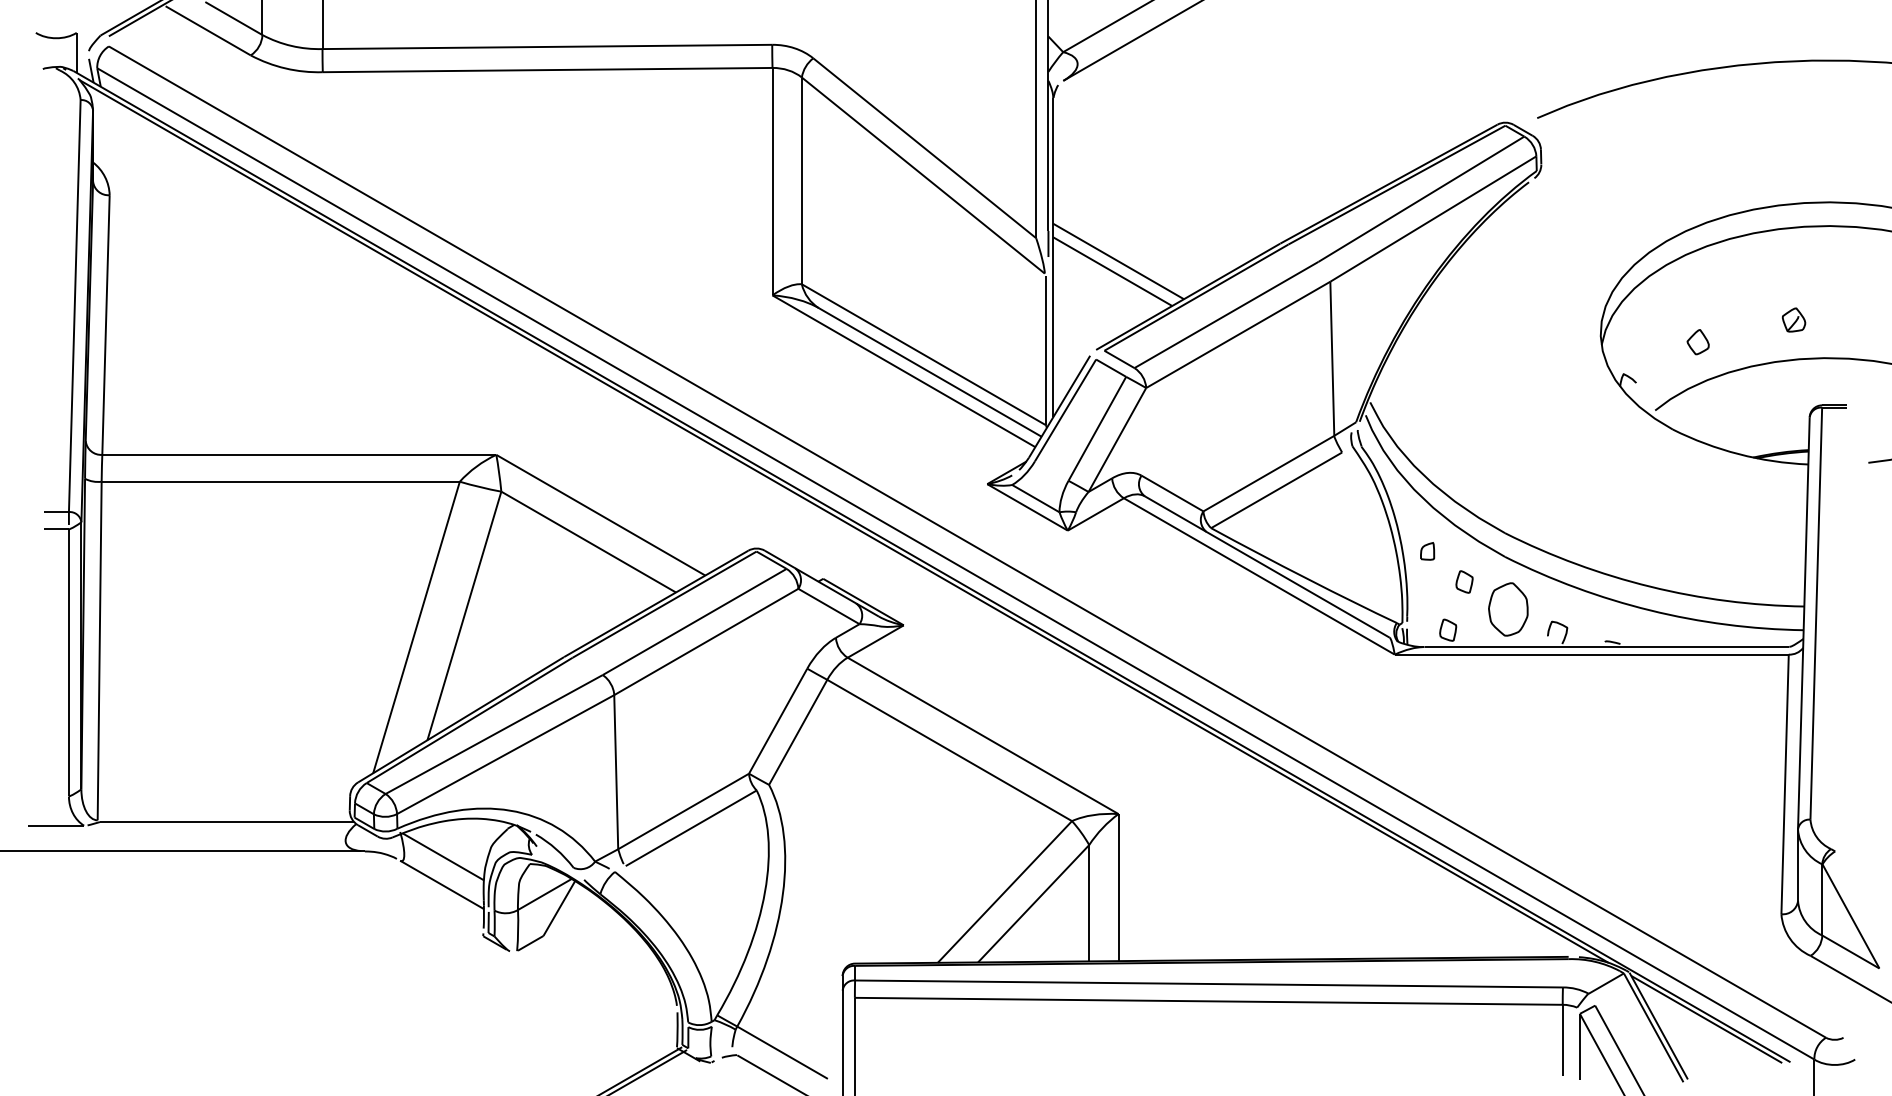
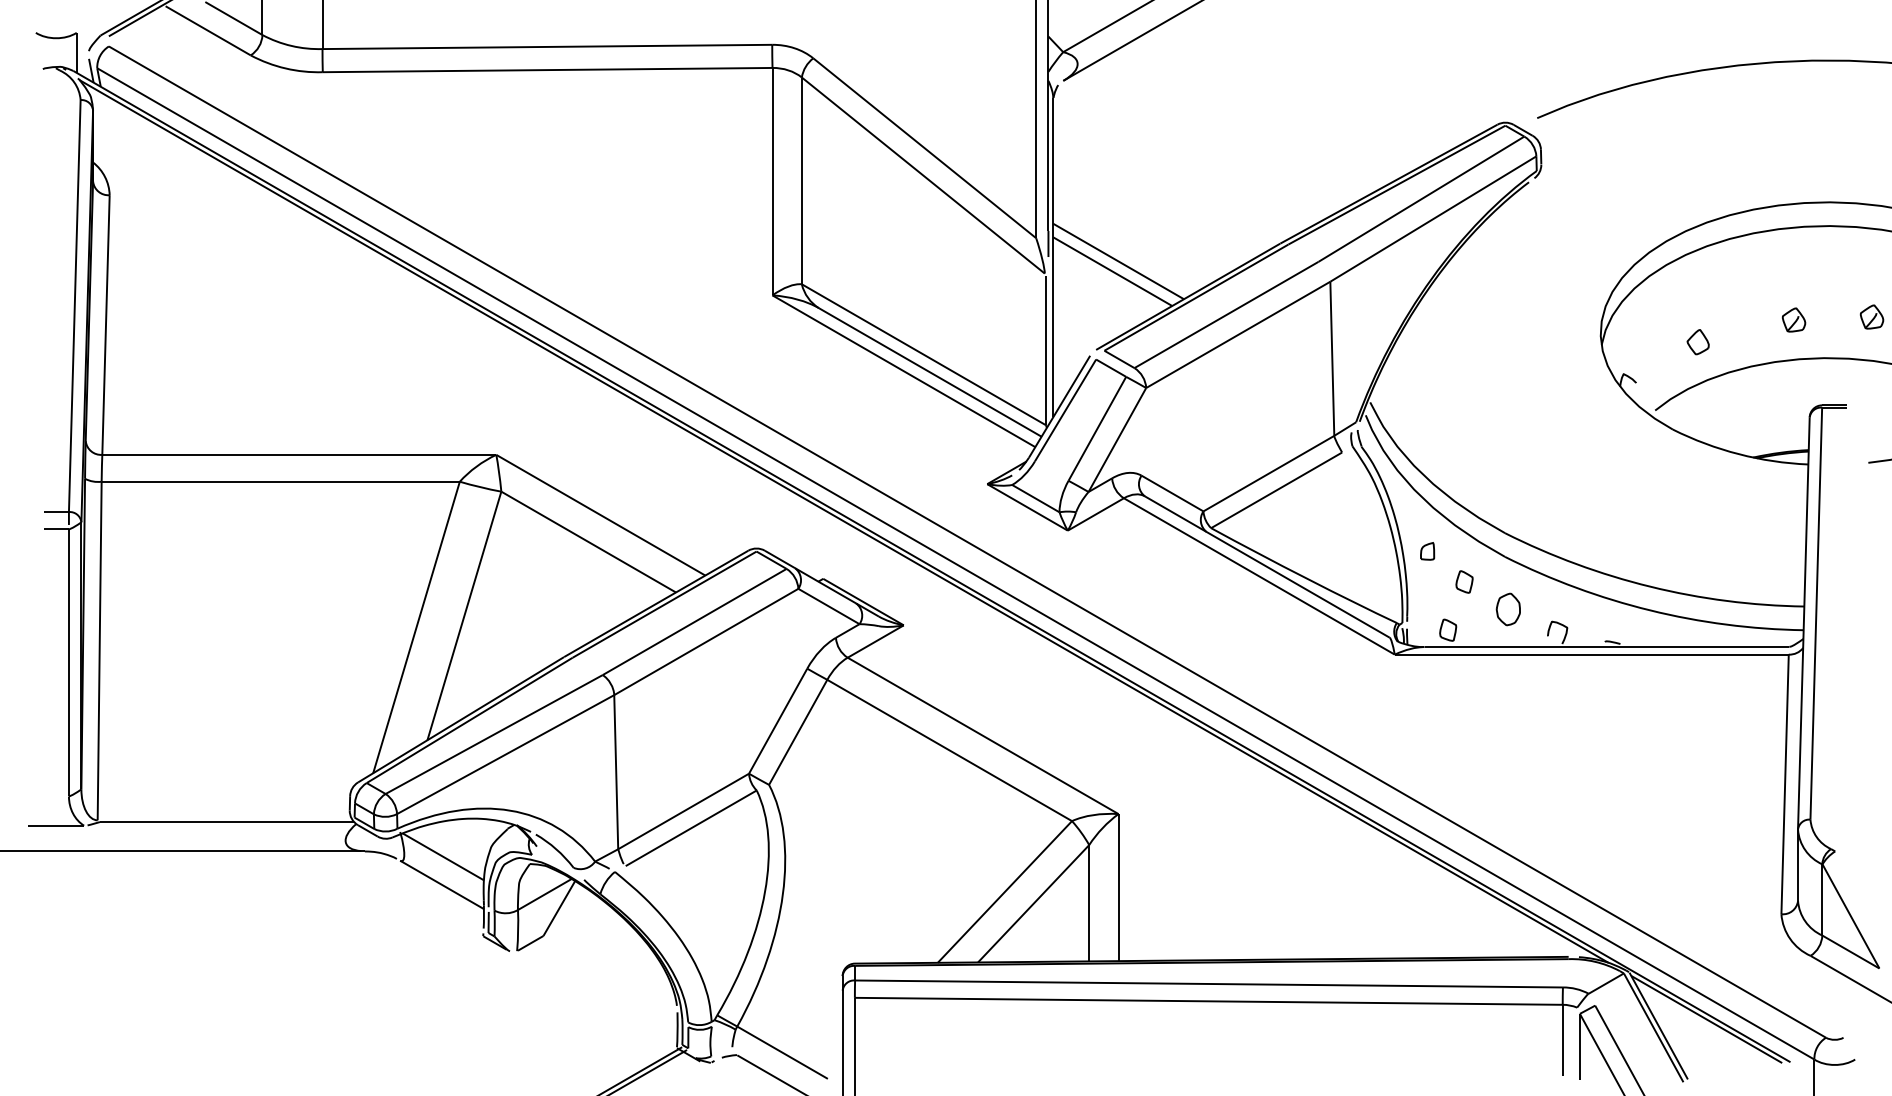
part at (1871, 316): none -> present
part at (1508, 609) size: 41x55 px -> 26x35 px
